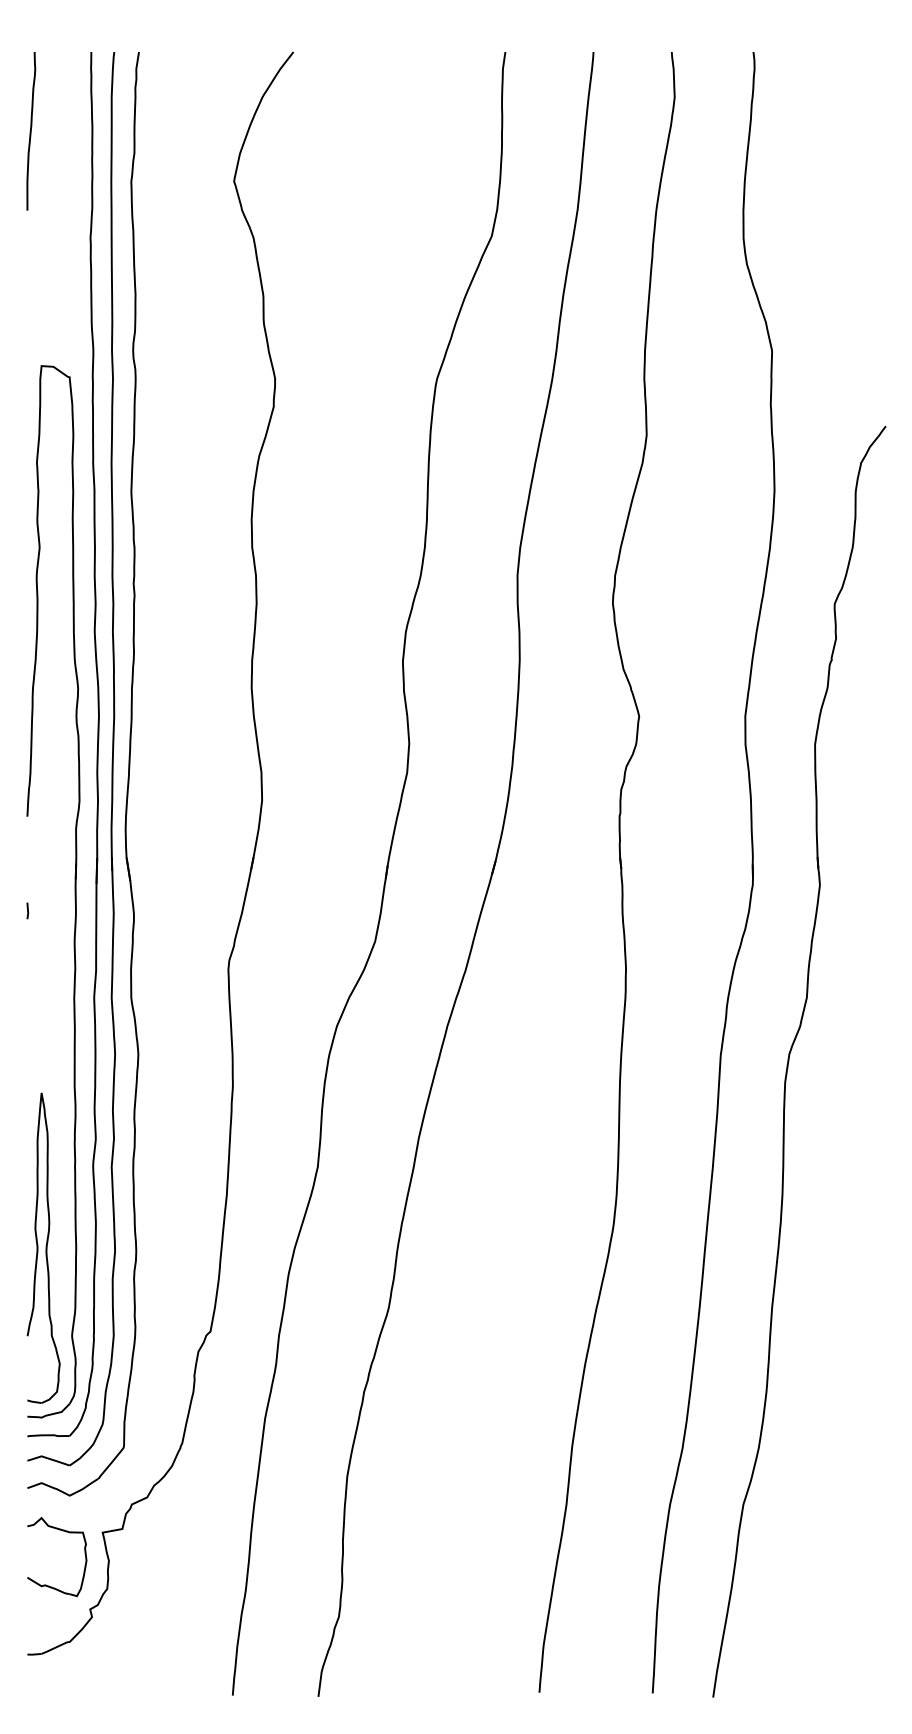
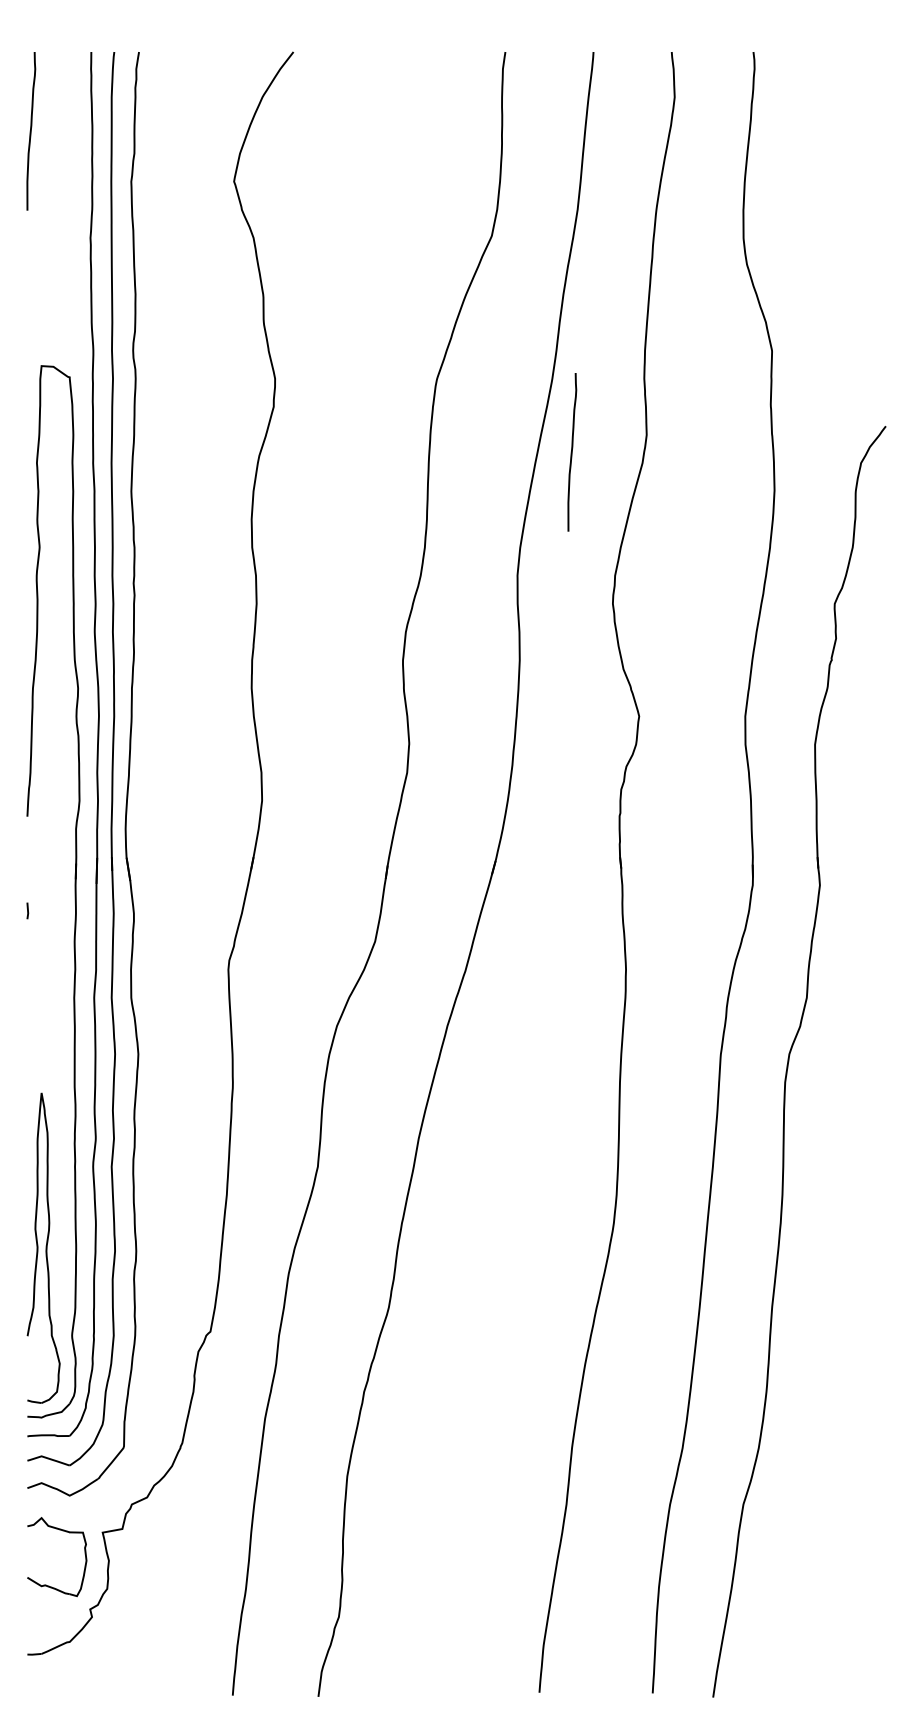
curve at (572, 452): none -> present
